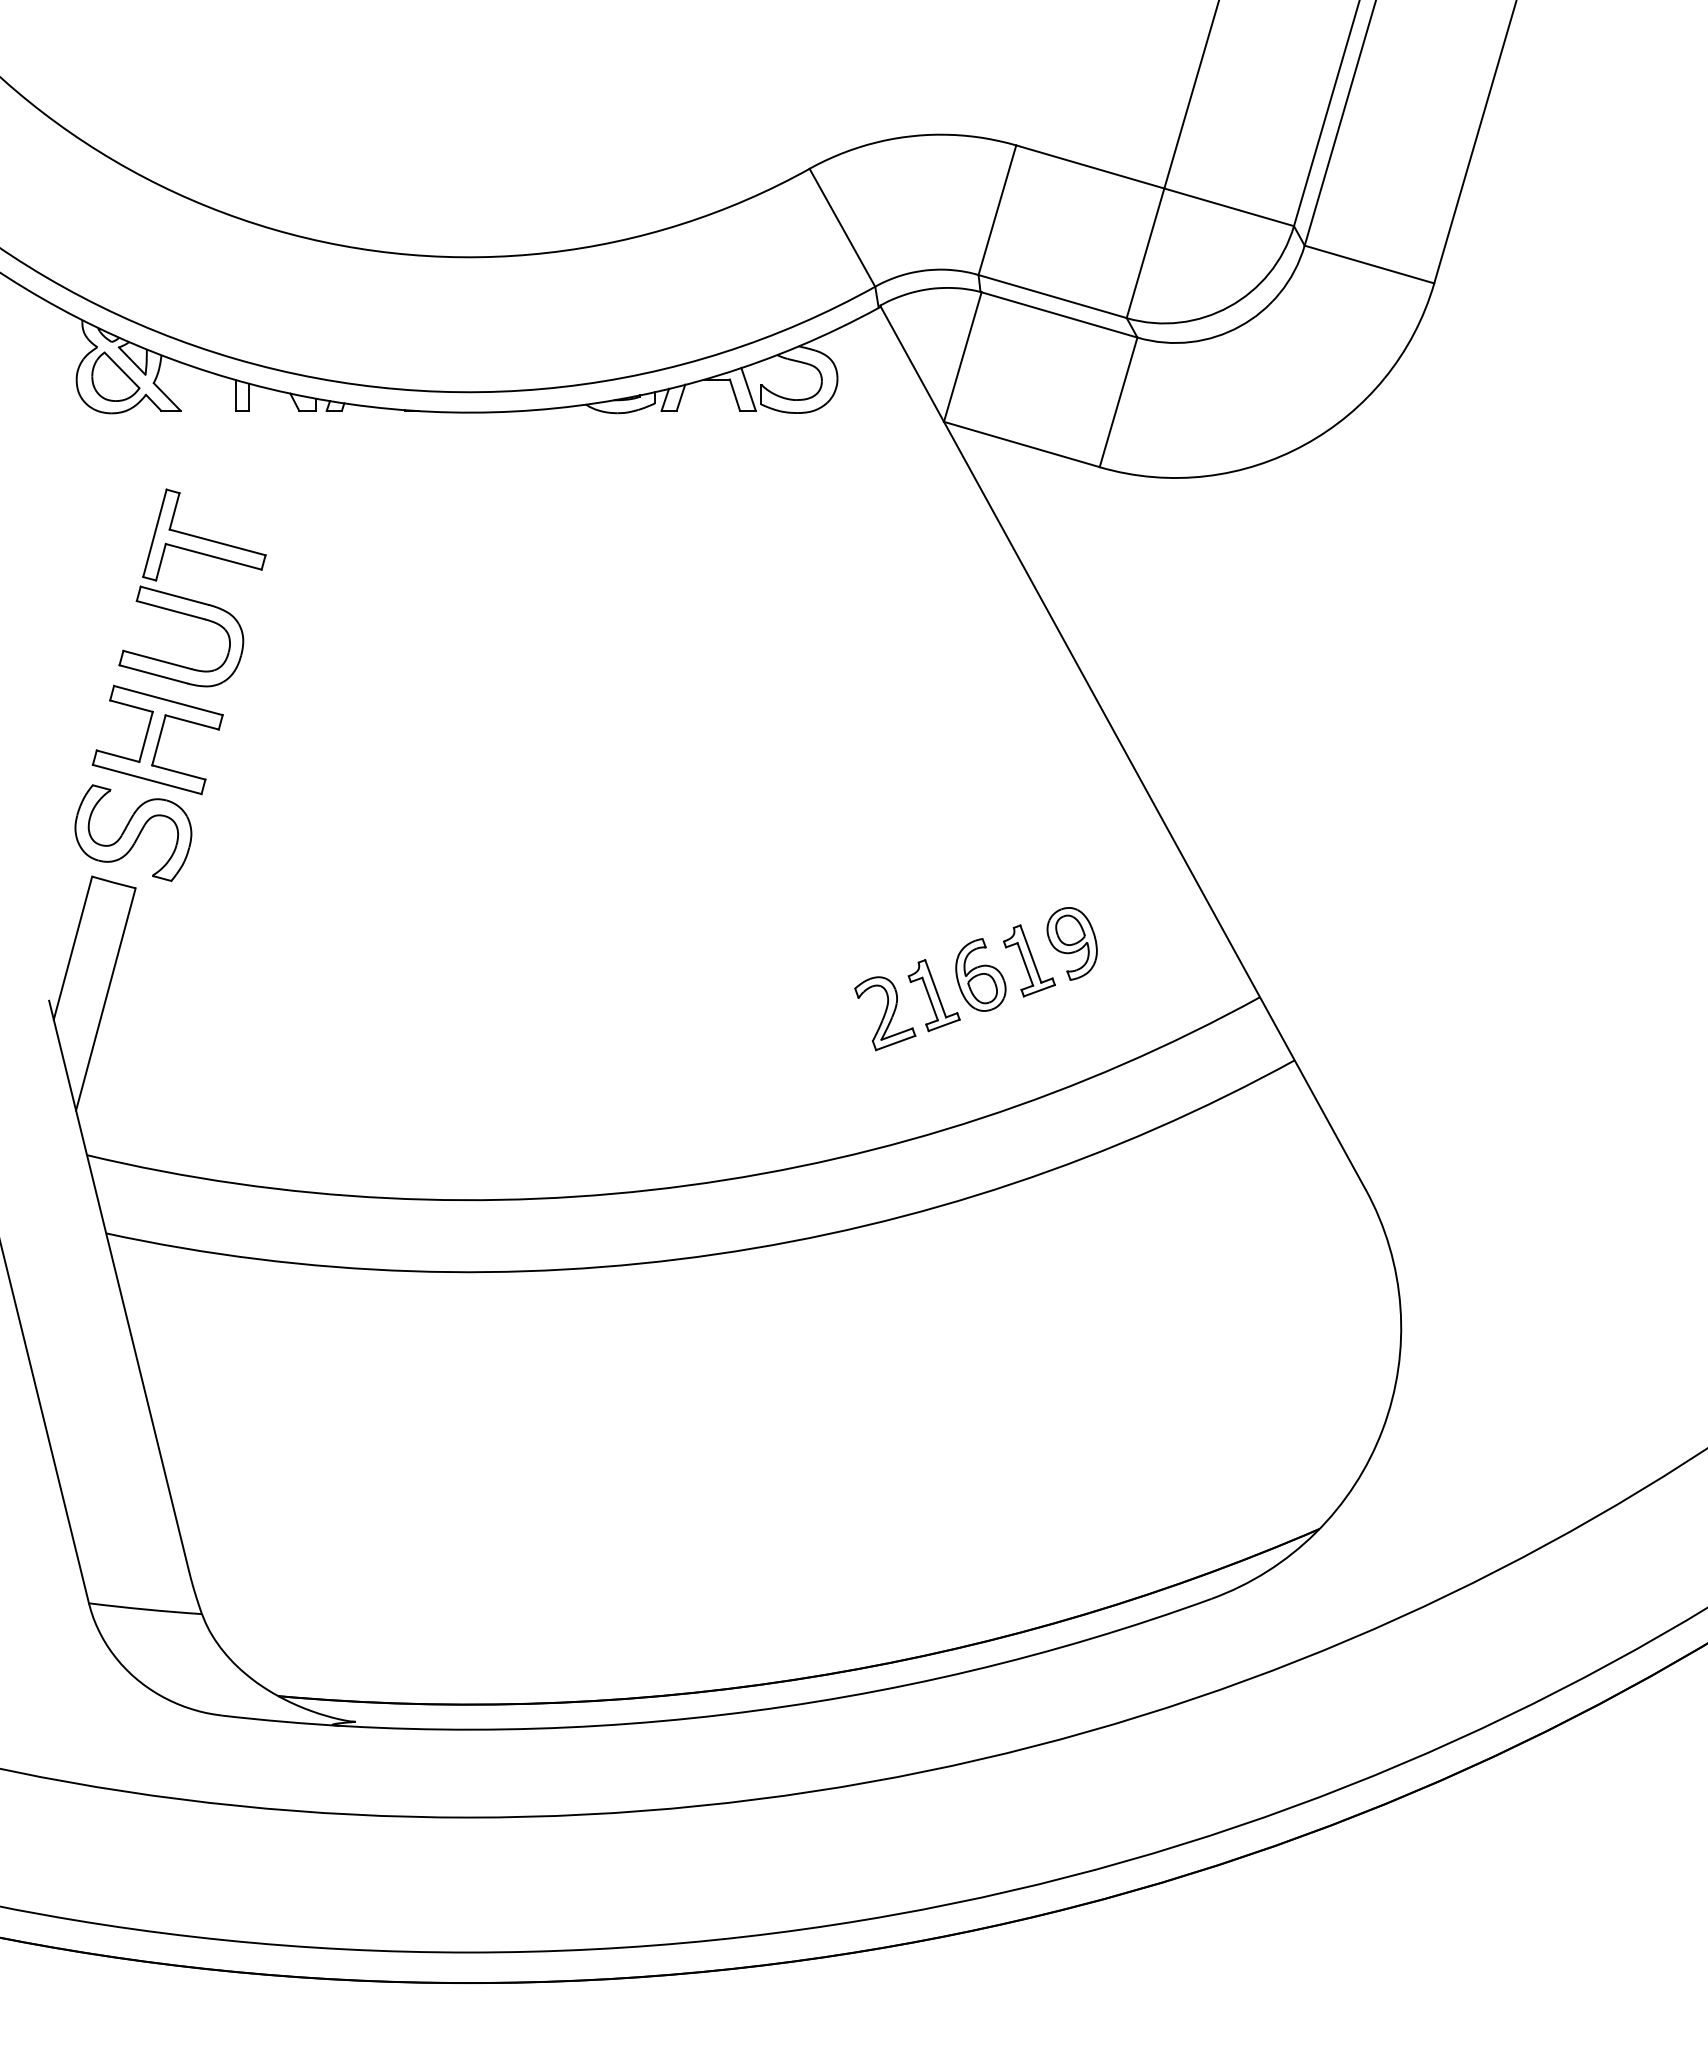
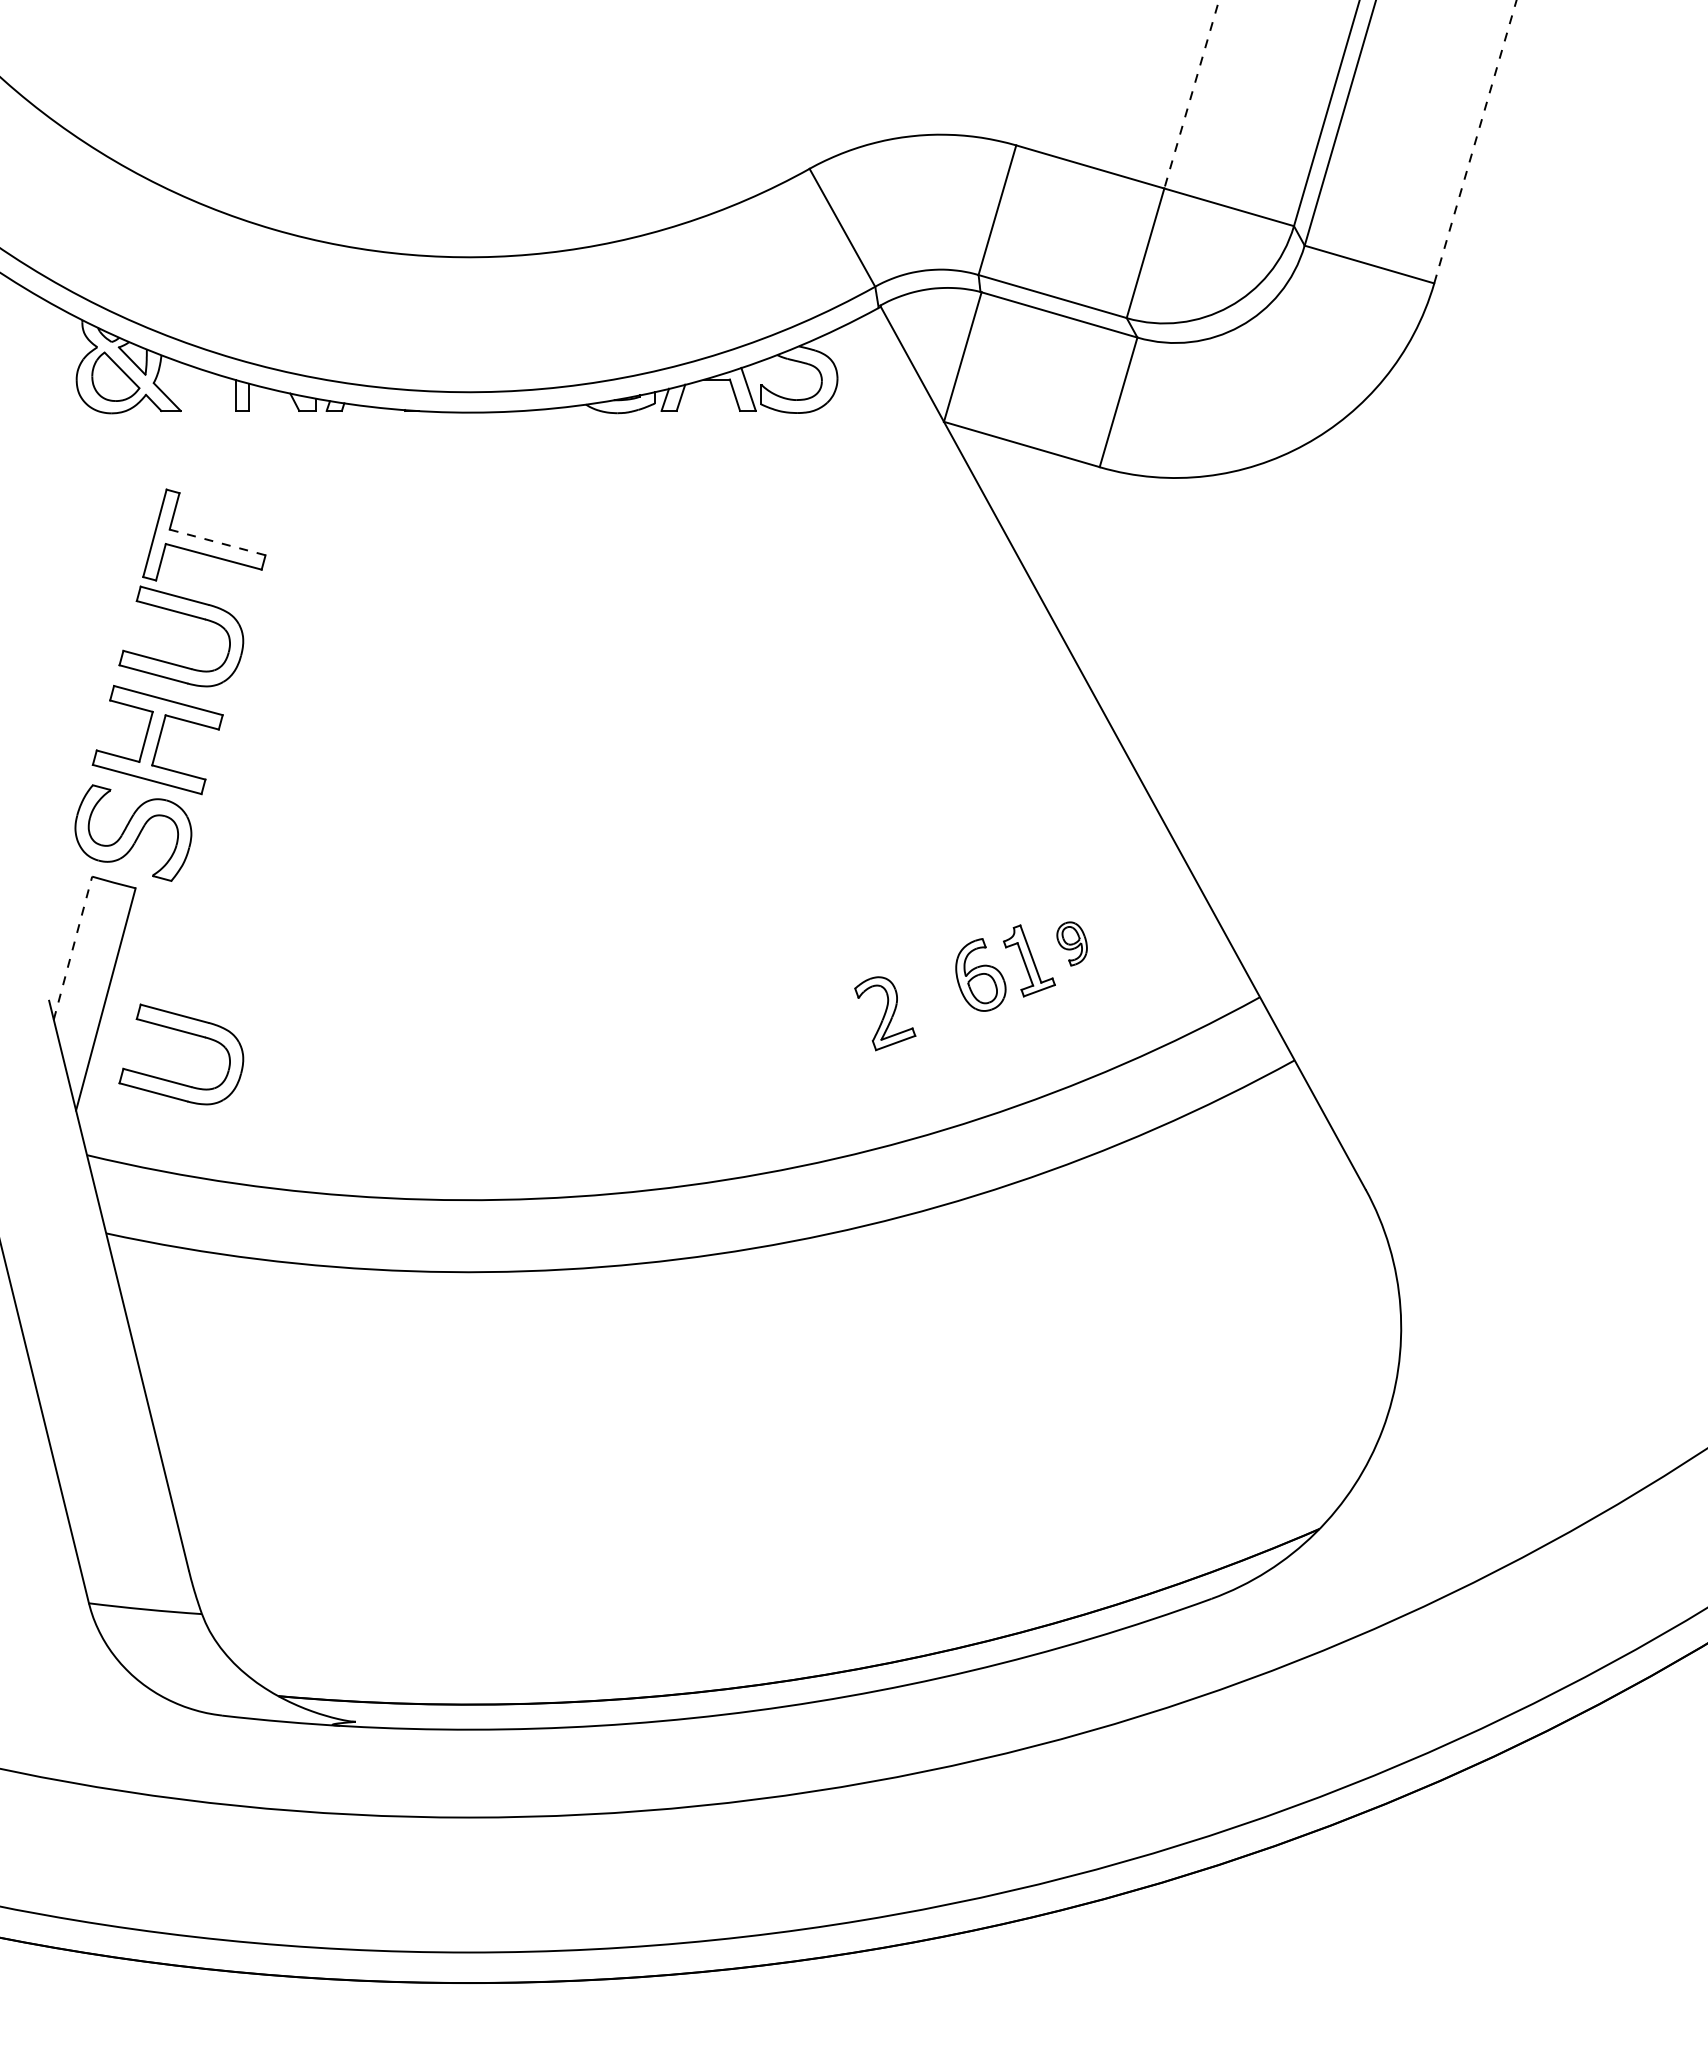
line at (1191, 94): solid -> dashed
line at (1475, 141): solid -> dashed
line at (217, 542): solid -> dashed
part at (1071, 943) size: 52x74 px -> 32x46 px
line at (73, 947): solid -> dashed
part at (933, 995): present -> none
part at (185, 1033): none -> present
